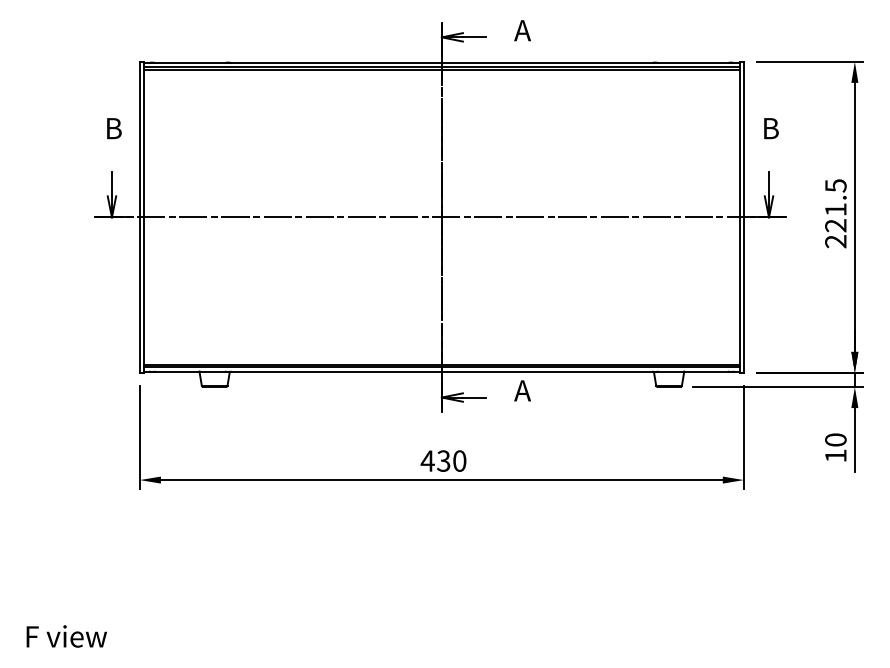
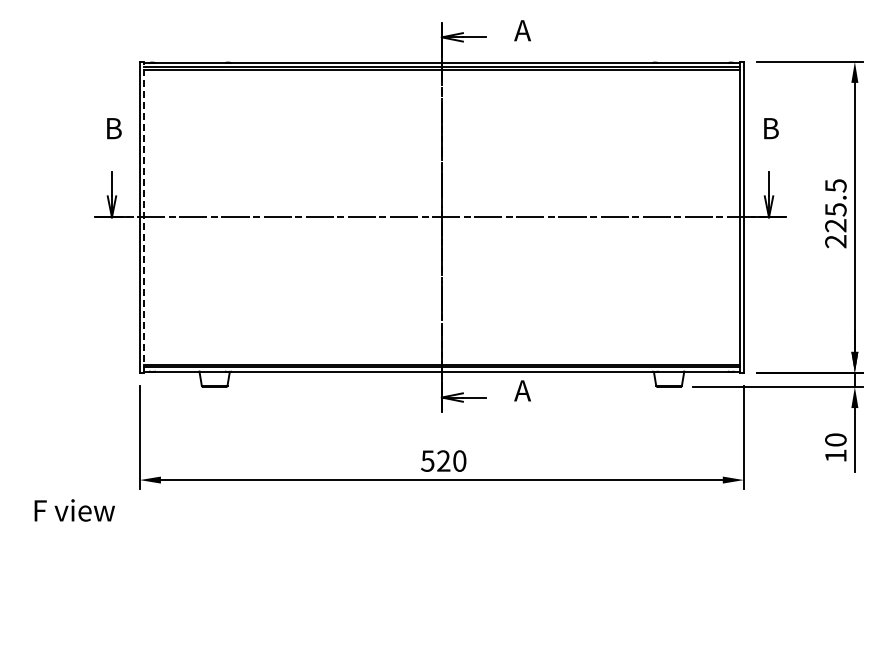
text at (835, 209): 221.5 -> 225.5
line at (144, 217): solid -> dashed
text at (435, 460): 430 -> 520
text at (66, 636) position: (66, 636) -> (74, 510)
